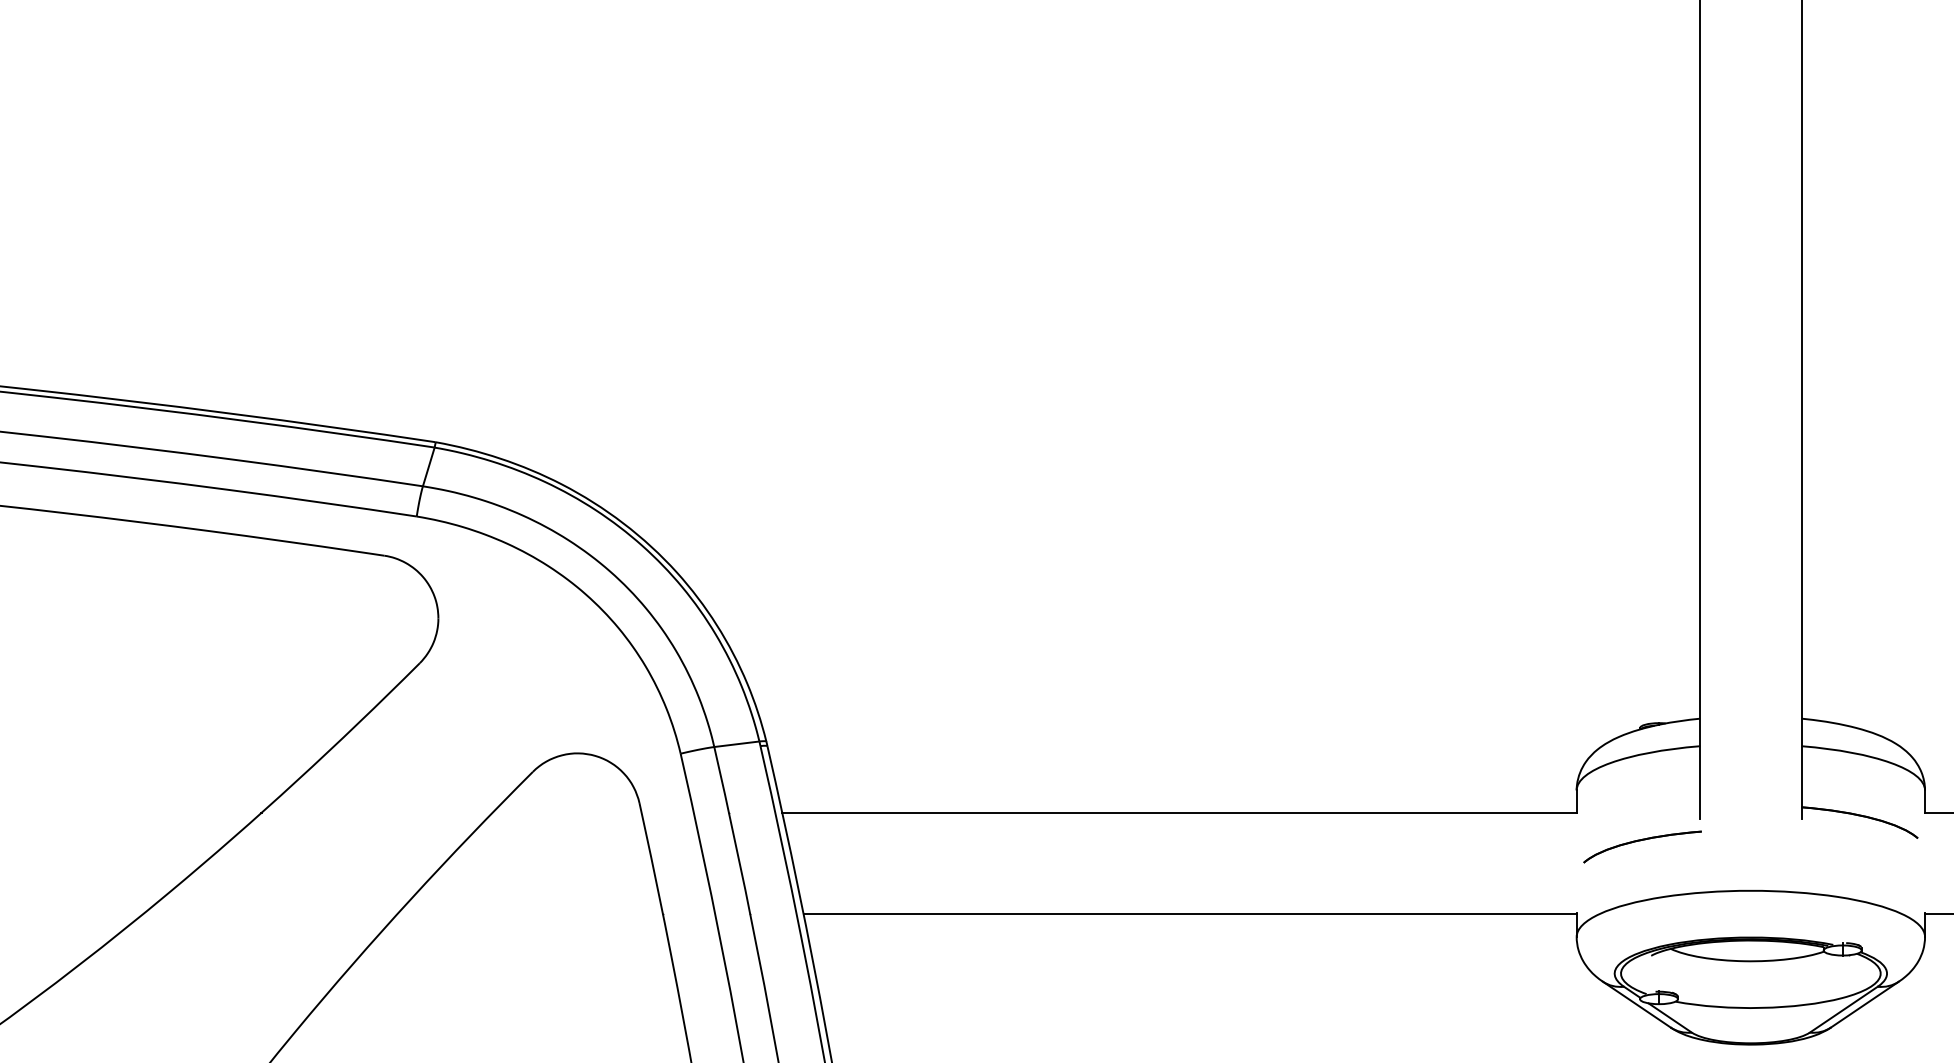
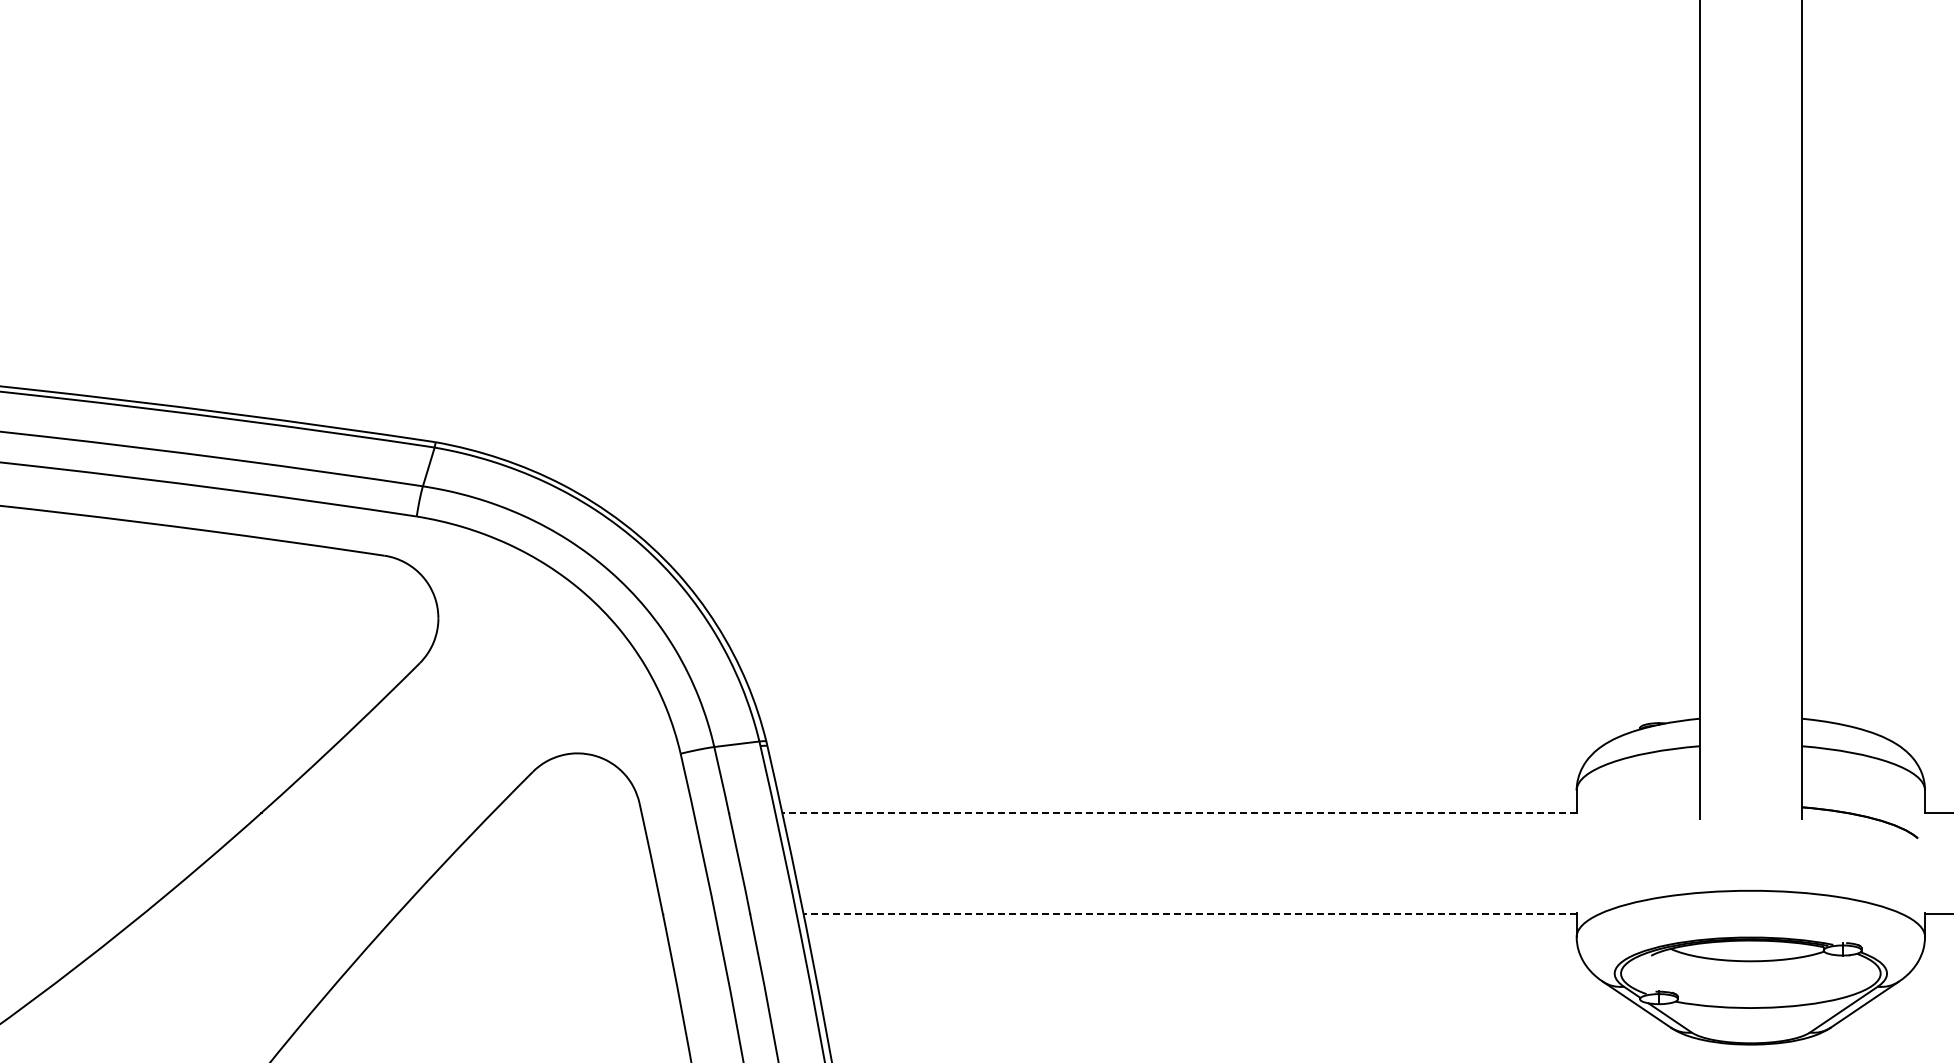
line at (1179, 813): solid -> dashed
part at (1642, 846): present -> none
line at (1190, 914): solid -> dashed
